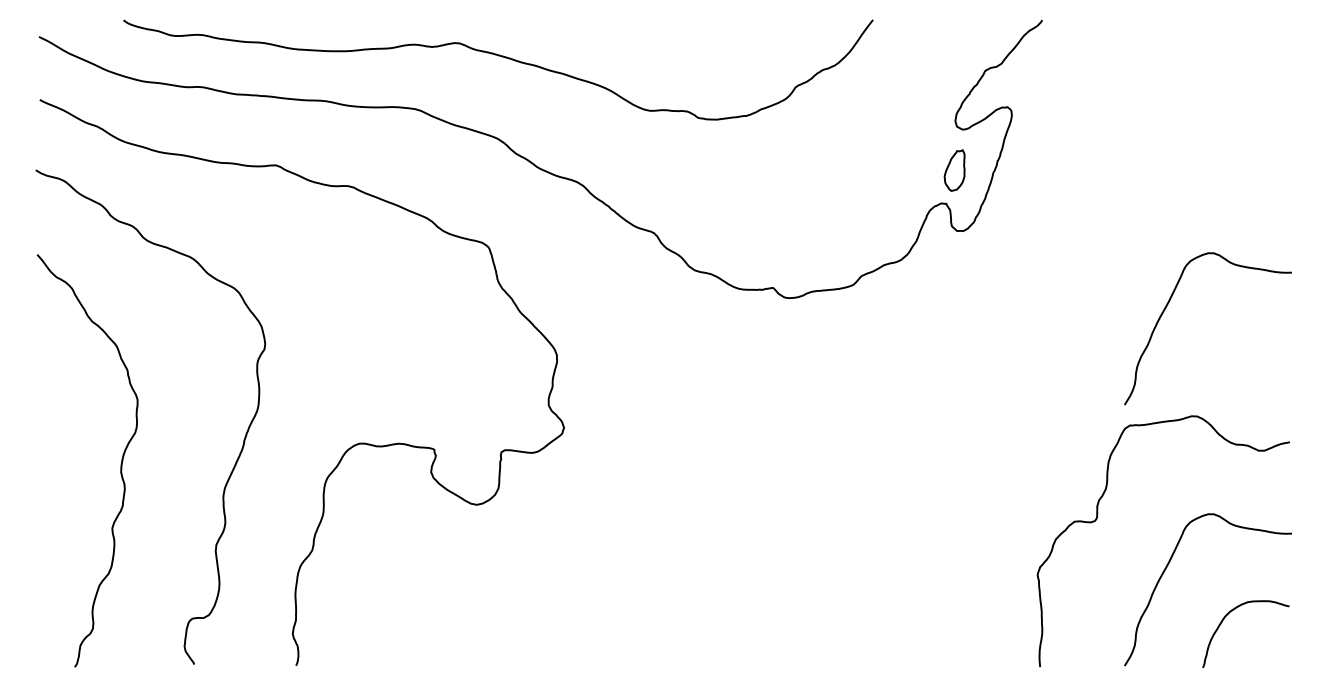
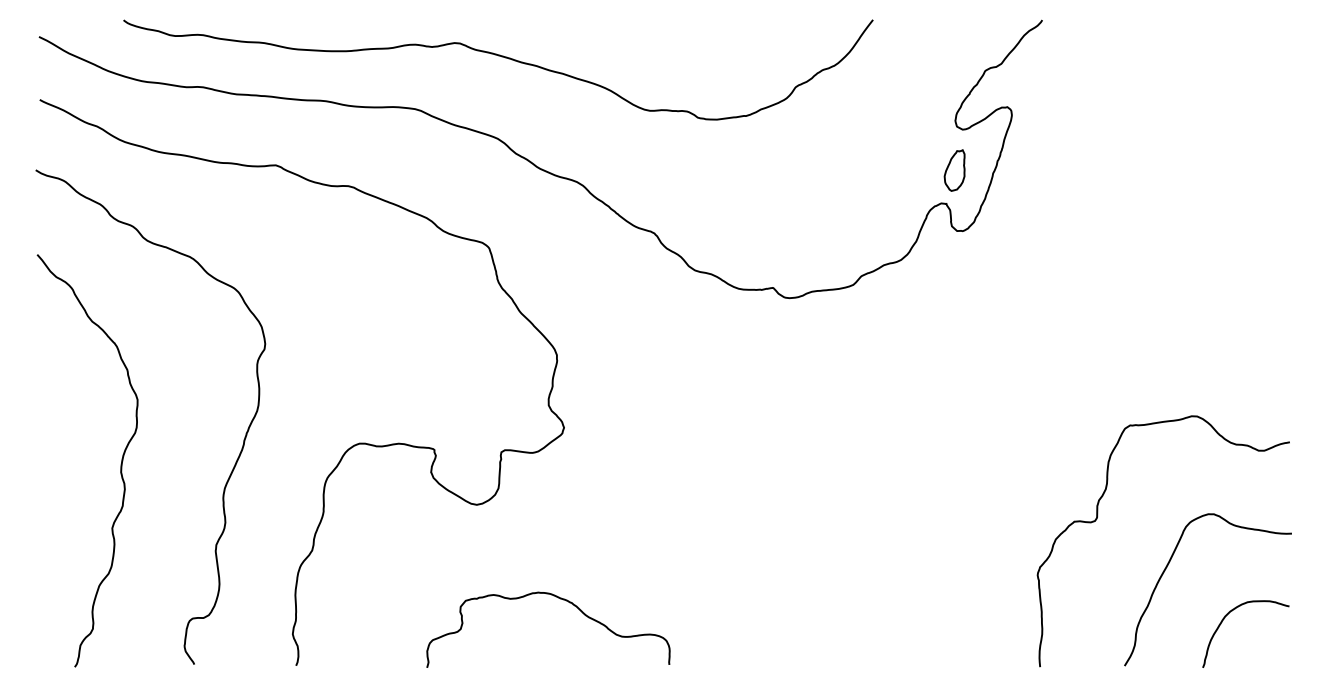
curve at (1166, 308): present -> none
curve at (560, 599): none -> present
